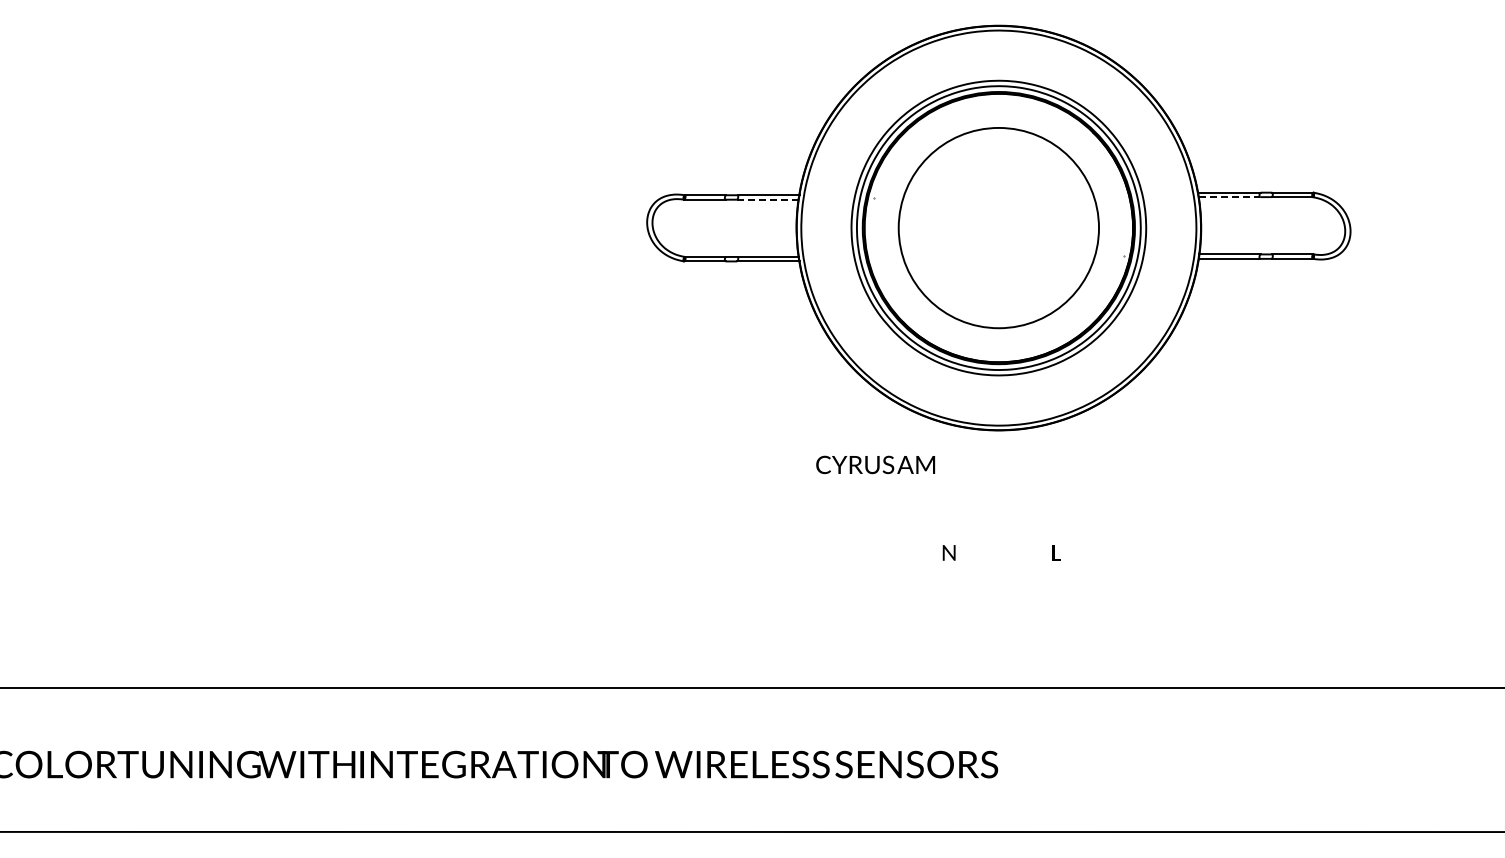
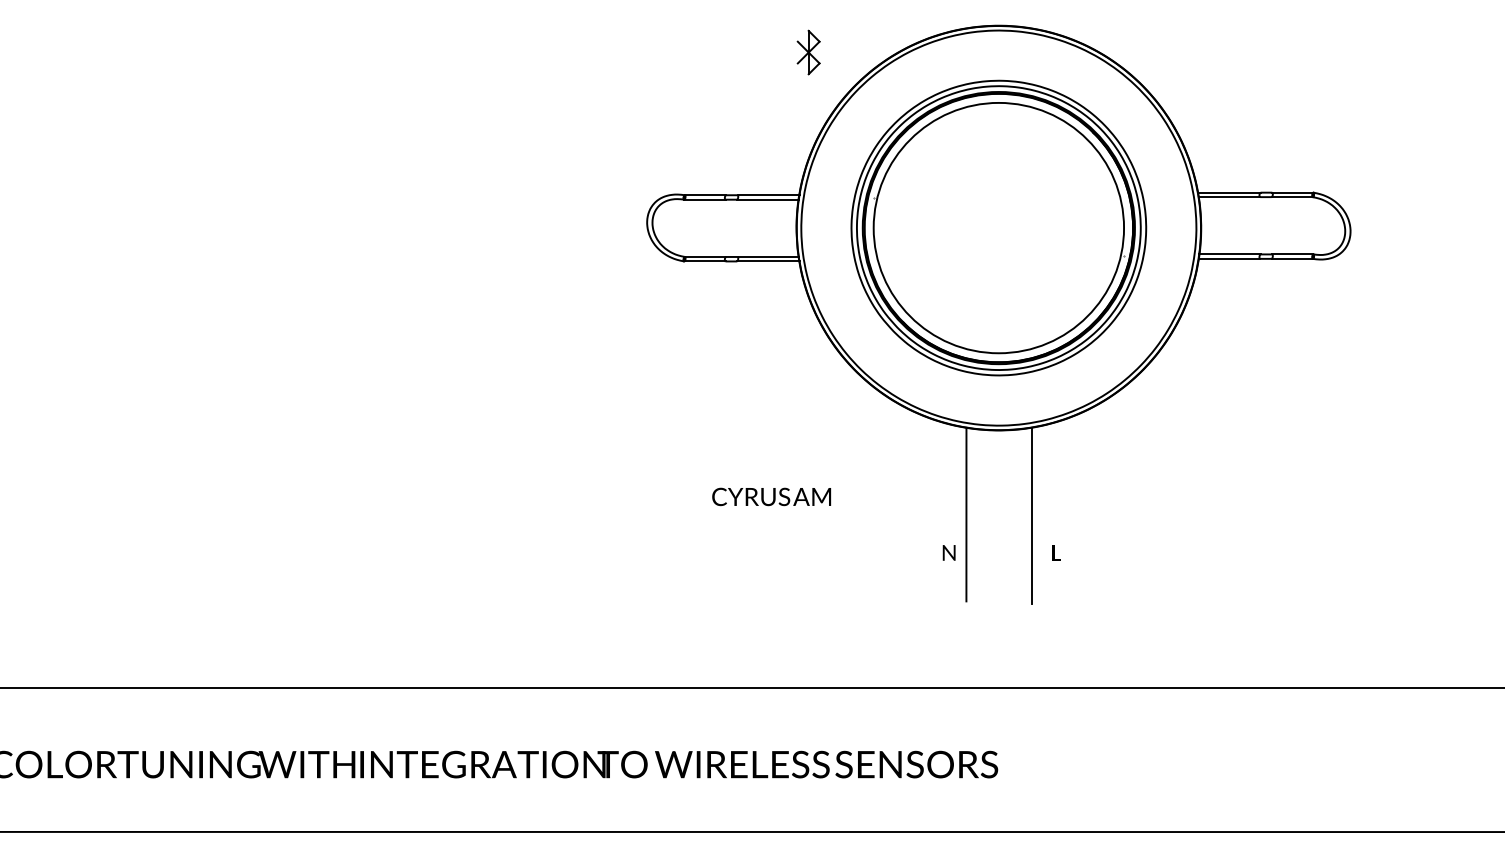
part at (808, 52): none -> present
line at (1229, 197): dashed -> solid
line at (767, 199): dashed -> solid
circle at (998, 227) diameter: 200 px -> 250 px
text at (875, 464) position: (875, 464) -> (771, 496)
line at (966, 514): none -> present
line at (1032, 515): none -> present
